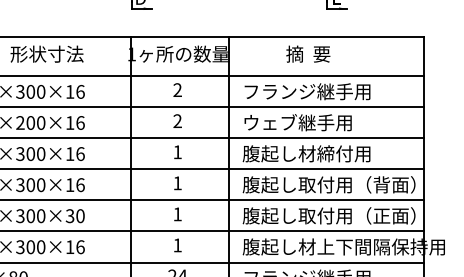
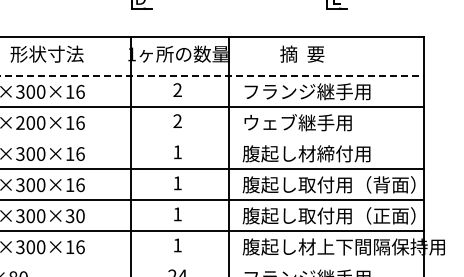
text at (308, 53) position: (308, 53) -> (302, 53)
line at (212, 76): solid -> dashed
line at (212, 138): present -> none
line at (212, 262): present -> none
